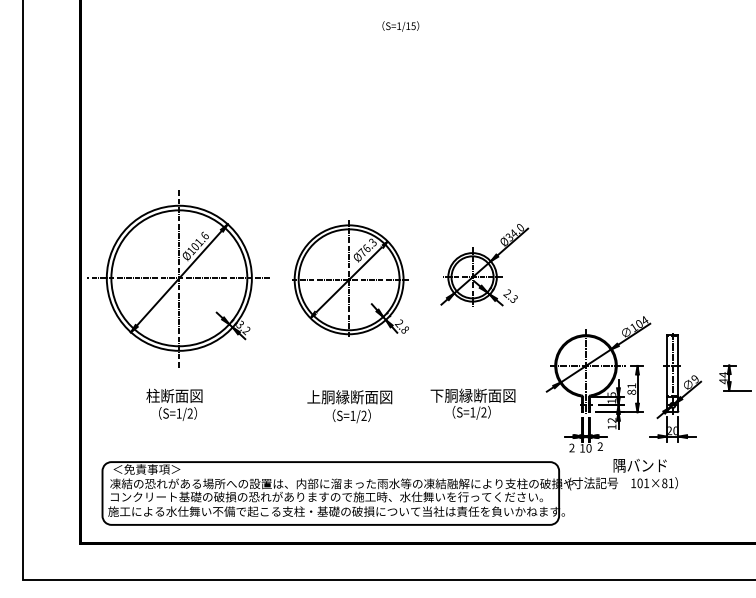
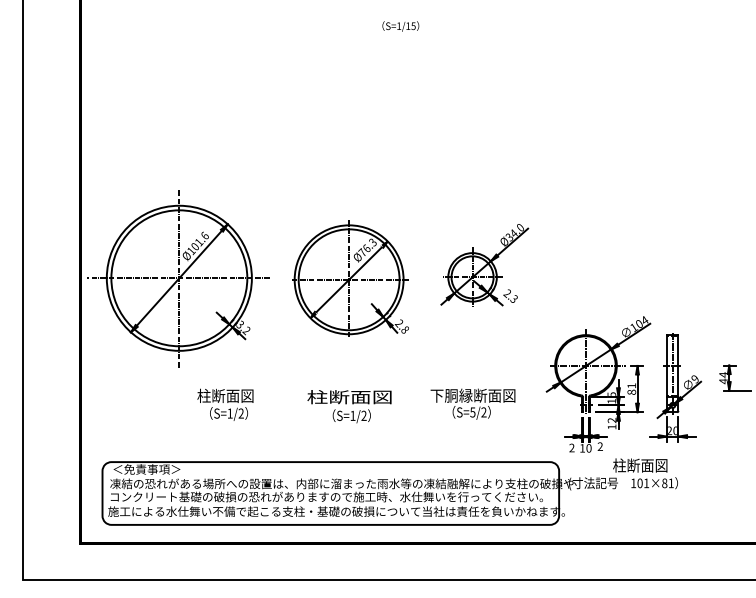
text at (349, 397): 上胴縁断面図 -> 柱断面図
text at (174, 404) position: (174, 404) -> (225, 404)
text at (472, 412): S=1/2 -> S=5/2
text at (640, 465): 隅バンド -> 柱断面図
